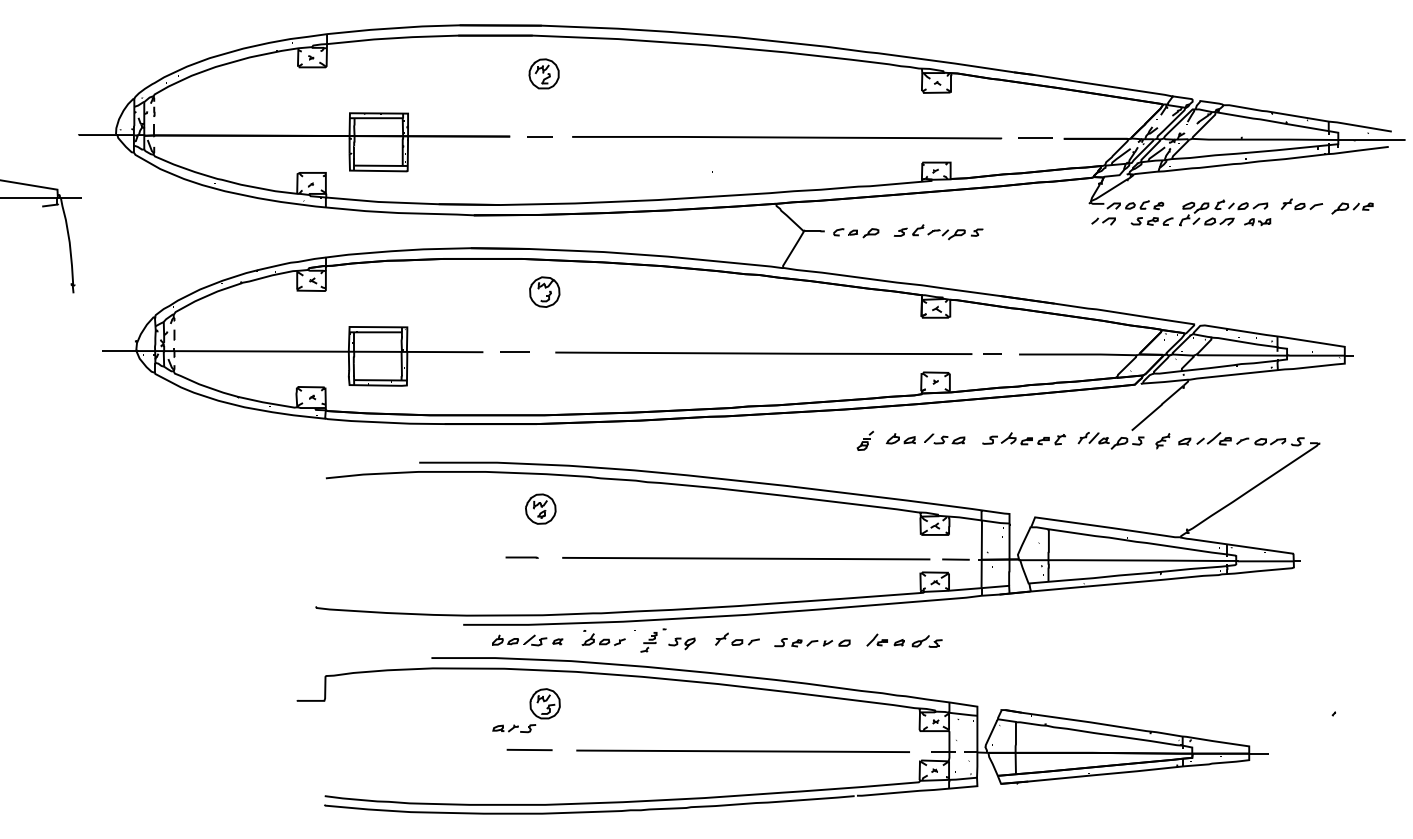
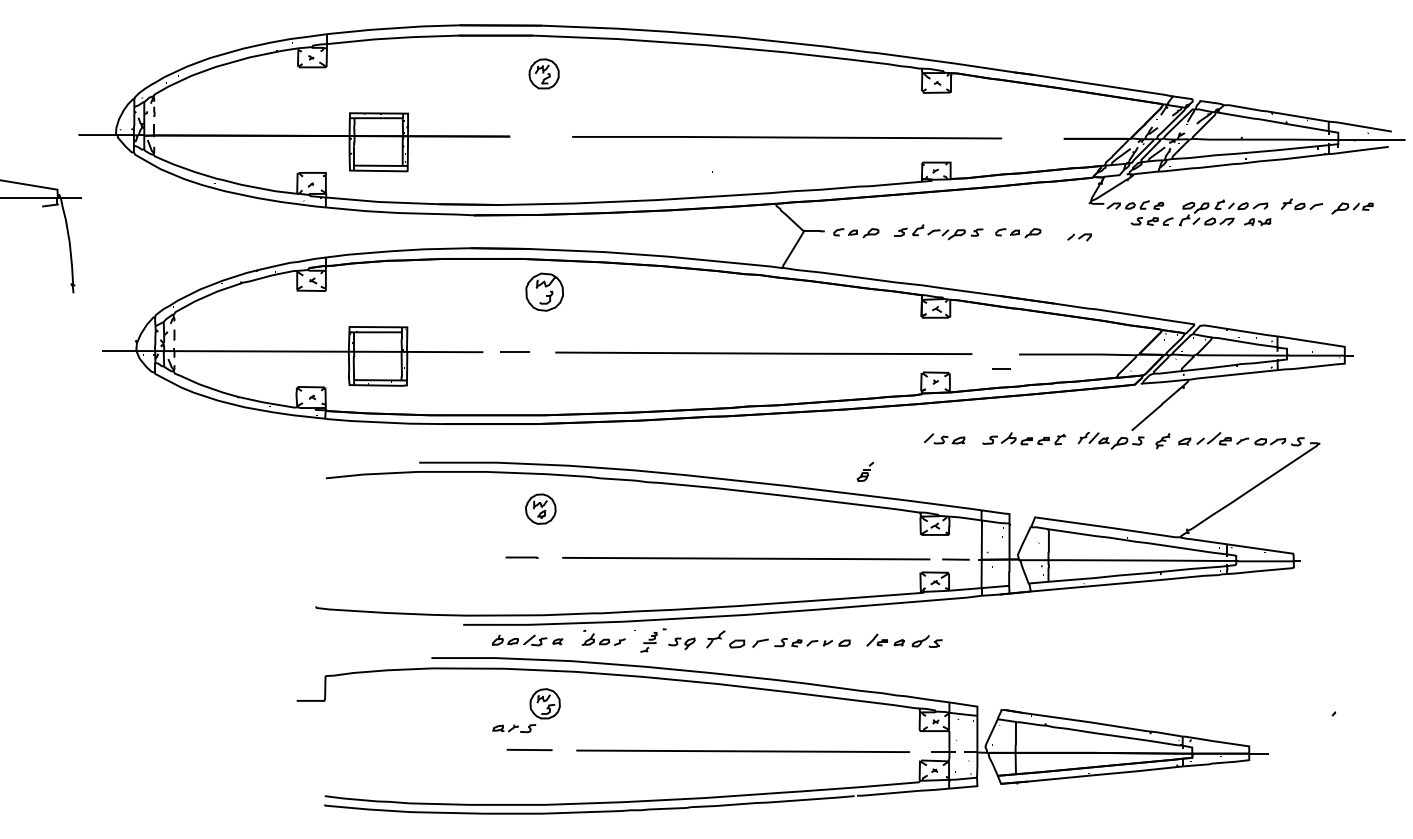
line at (539, 136): present -> none
line at (1035, 137): present -> none
part at (1103, 221) position: (1103, 221) -> (1079, 237)
part at (1018, 233): none -> present
part at (544, 291) size: 32x32 px -> 39x40 px
line at (992, 353) position: (992, 353) -> (1001, 368)
part at (900, 438): present -> none
part at (864, 440) position: (864, 440) -> (864, 471)
part at (737, 638) size: 45x14 px -> 63x19 px
